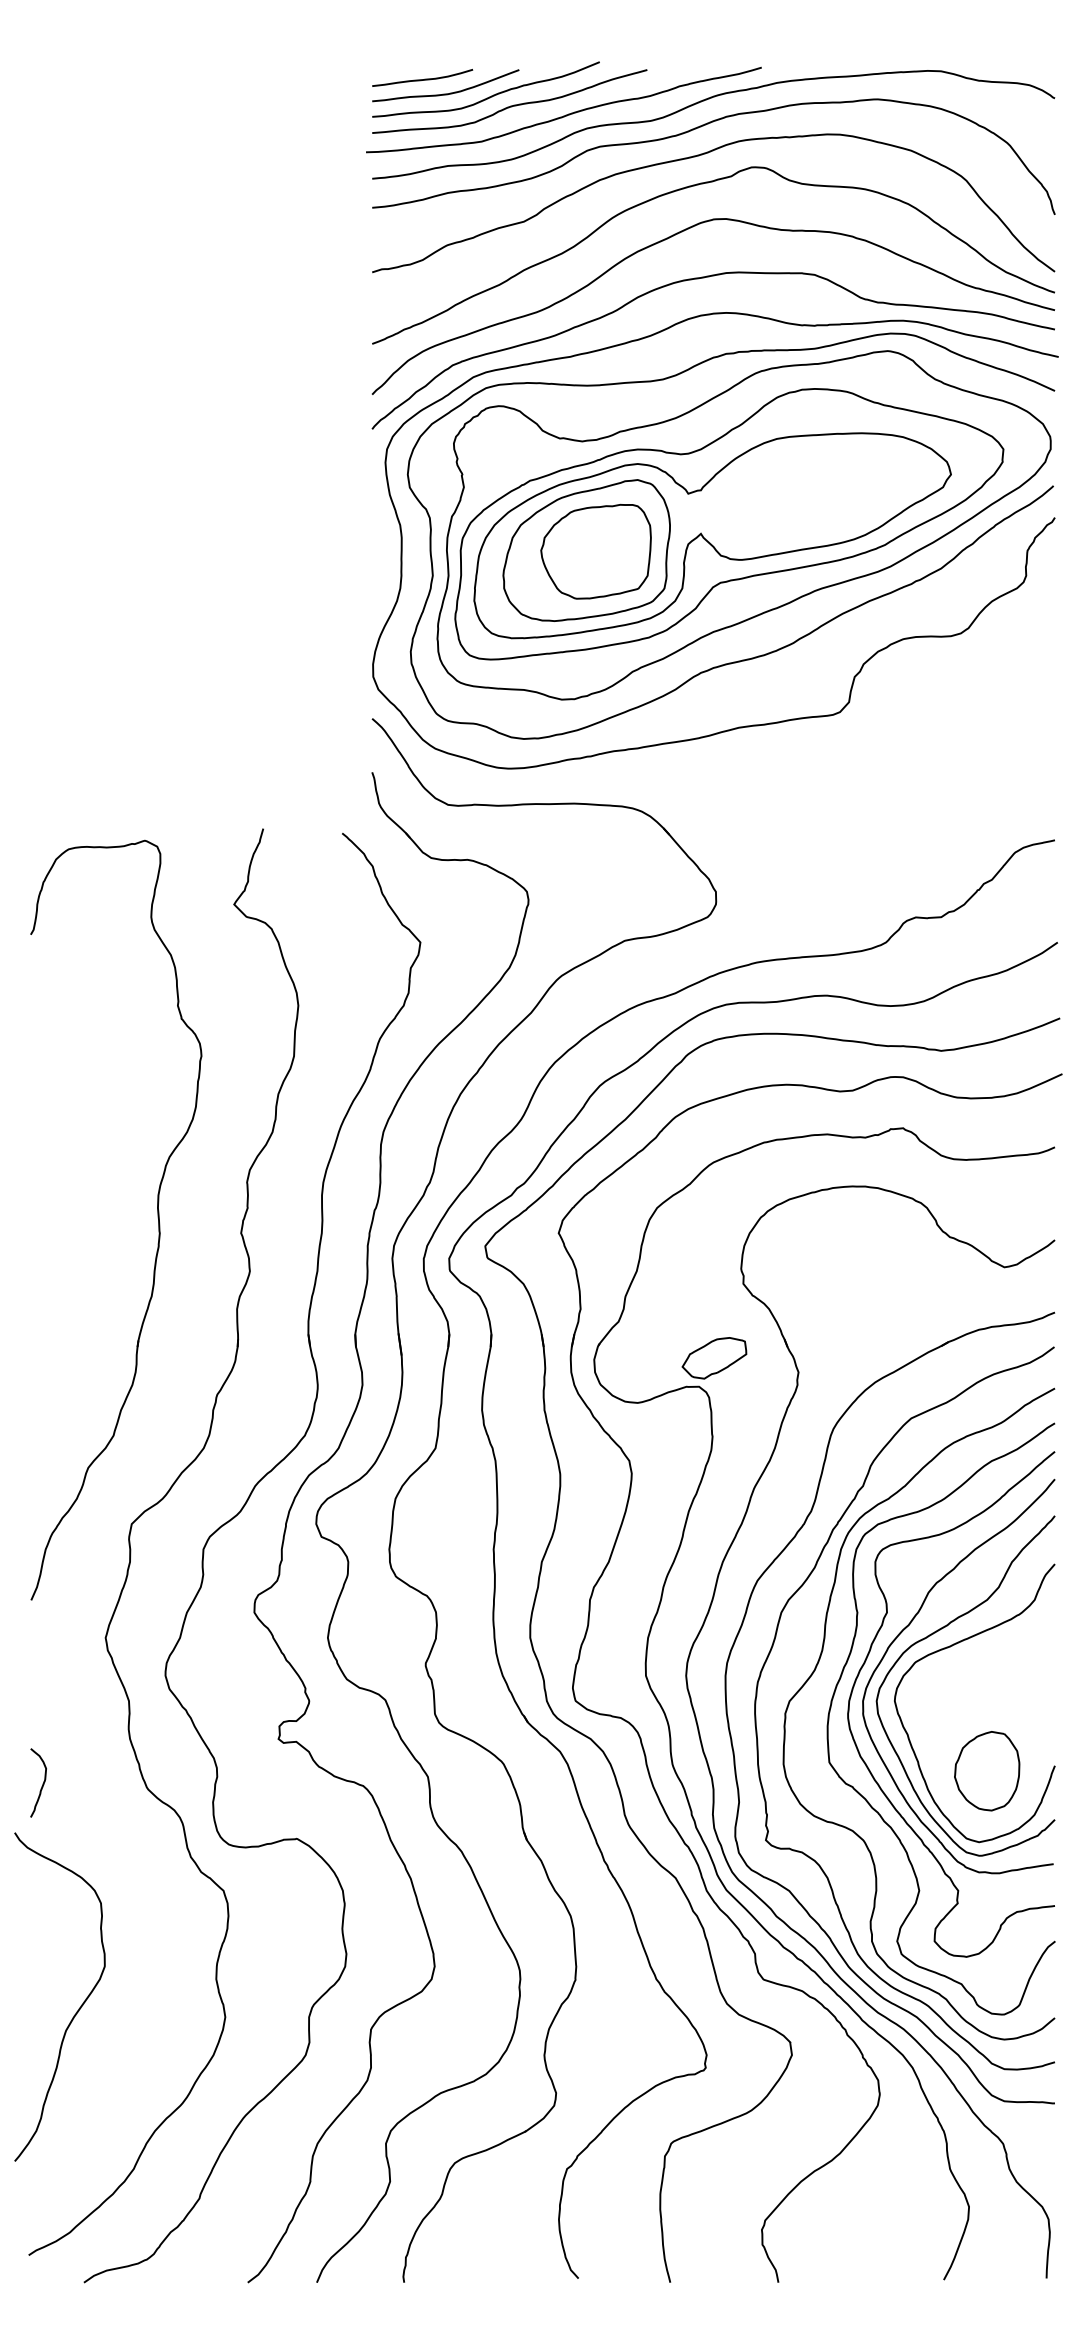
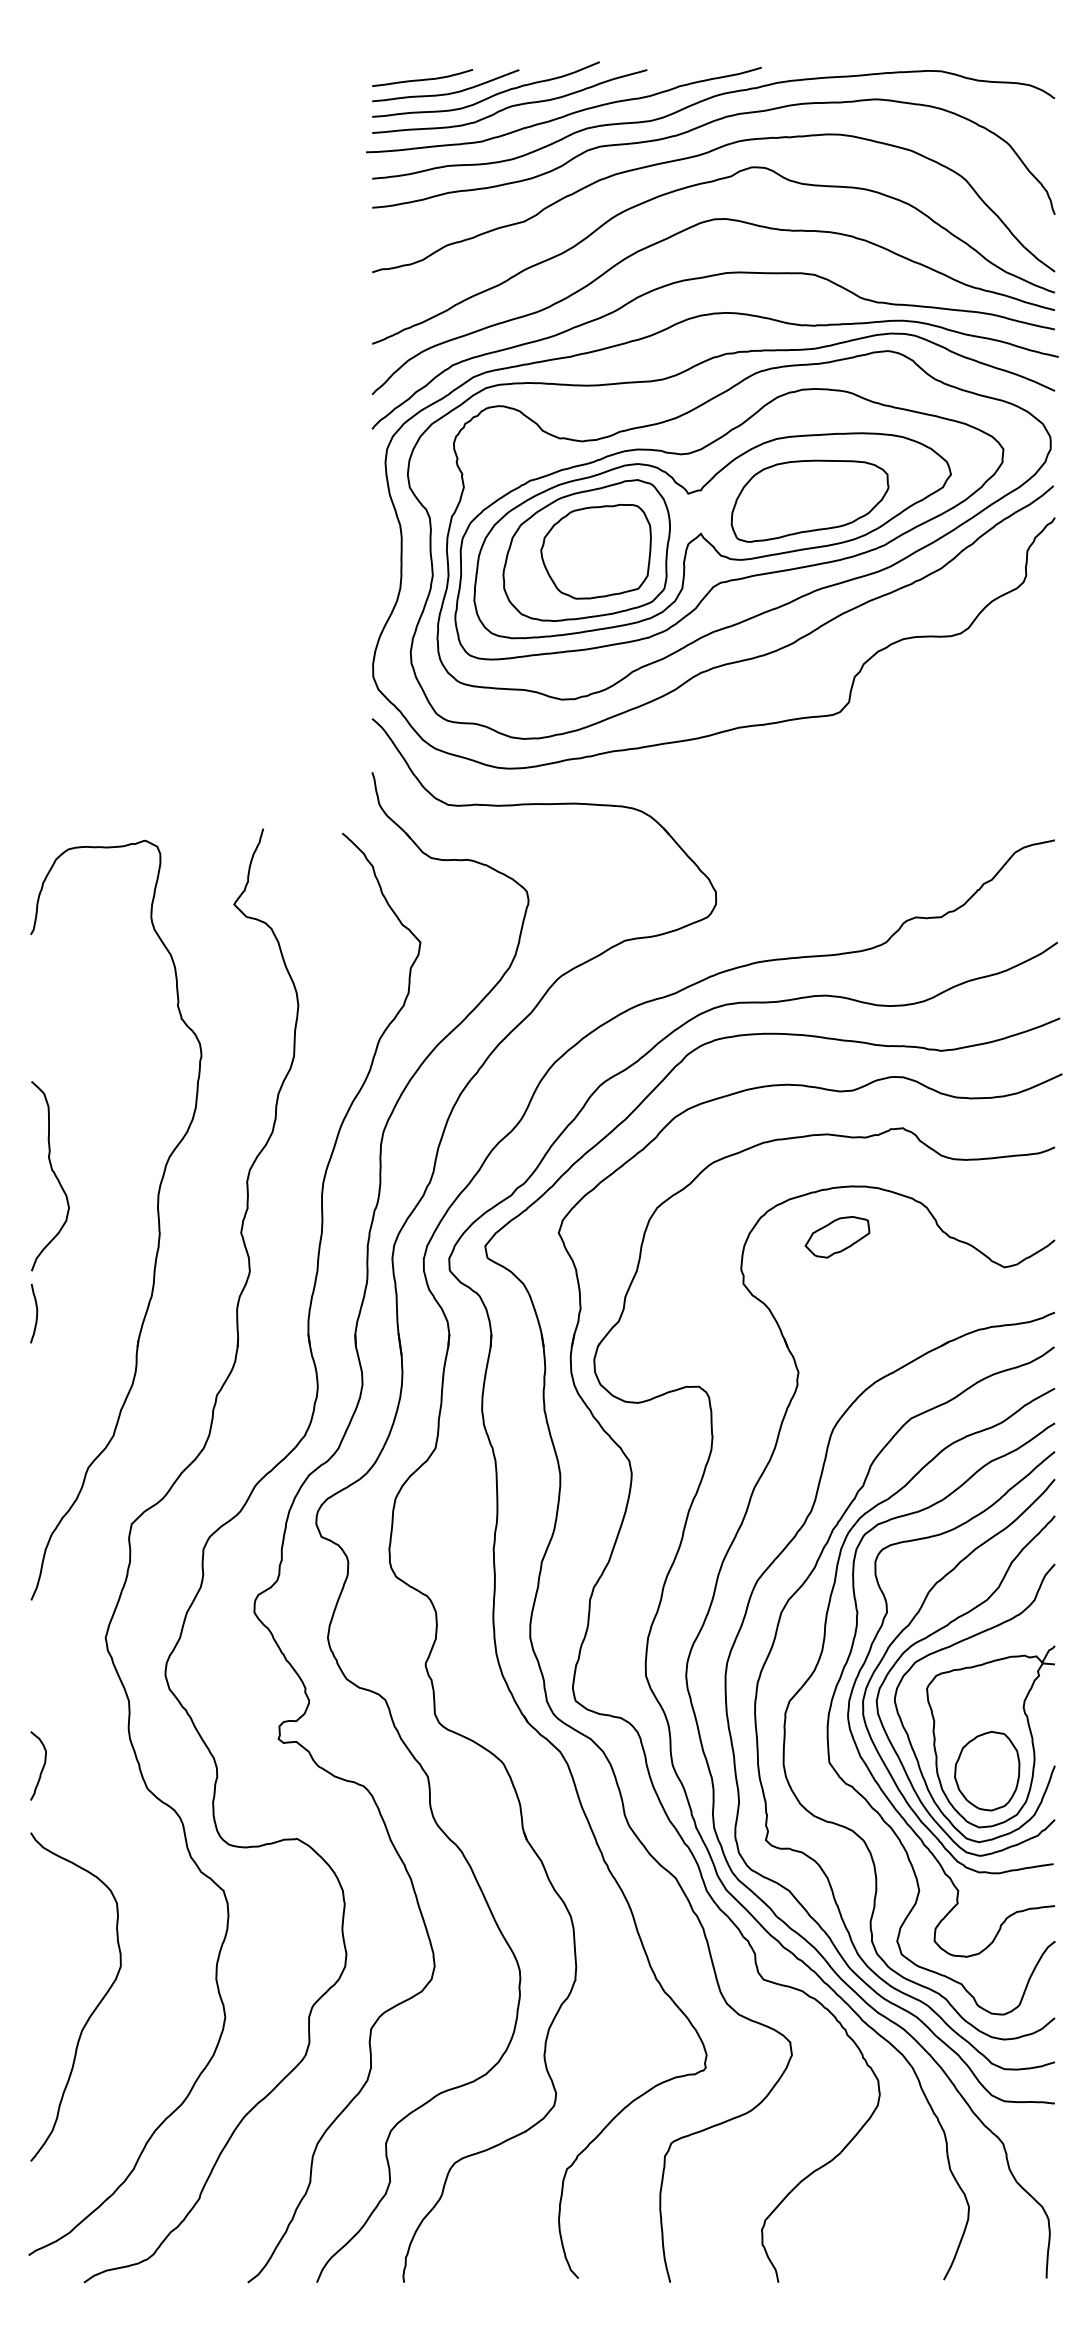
part at (809, 500): none -> present
curve at (54, 1175): none -> present
curve at (36, 1313): none -> present
part at (714, 1358) position: (714, 1358) -> (837, 1237)
curve at (1028, 1728): none -> present
curve at (42, 1783) position: (42, 1783) -> (42, 1766)
curve at (78, 2008) position: (78, 2008) -> (94, 2008)
